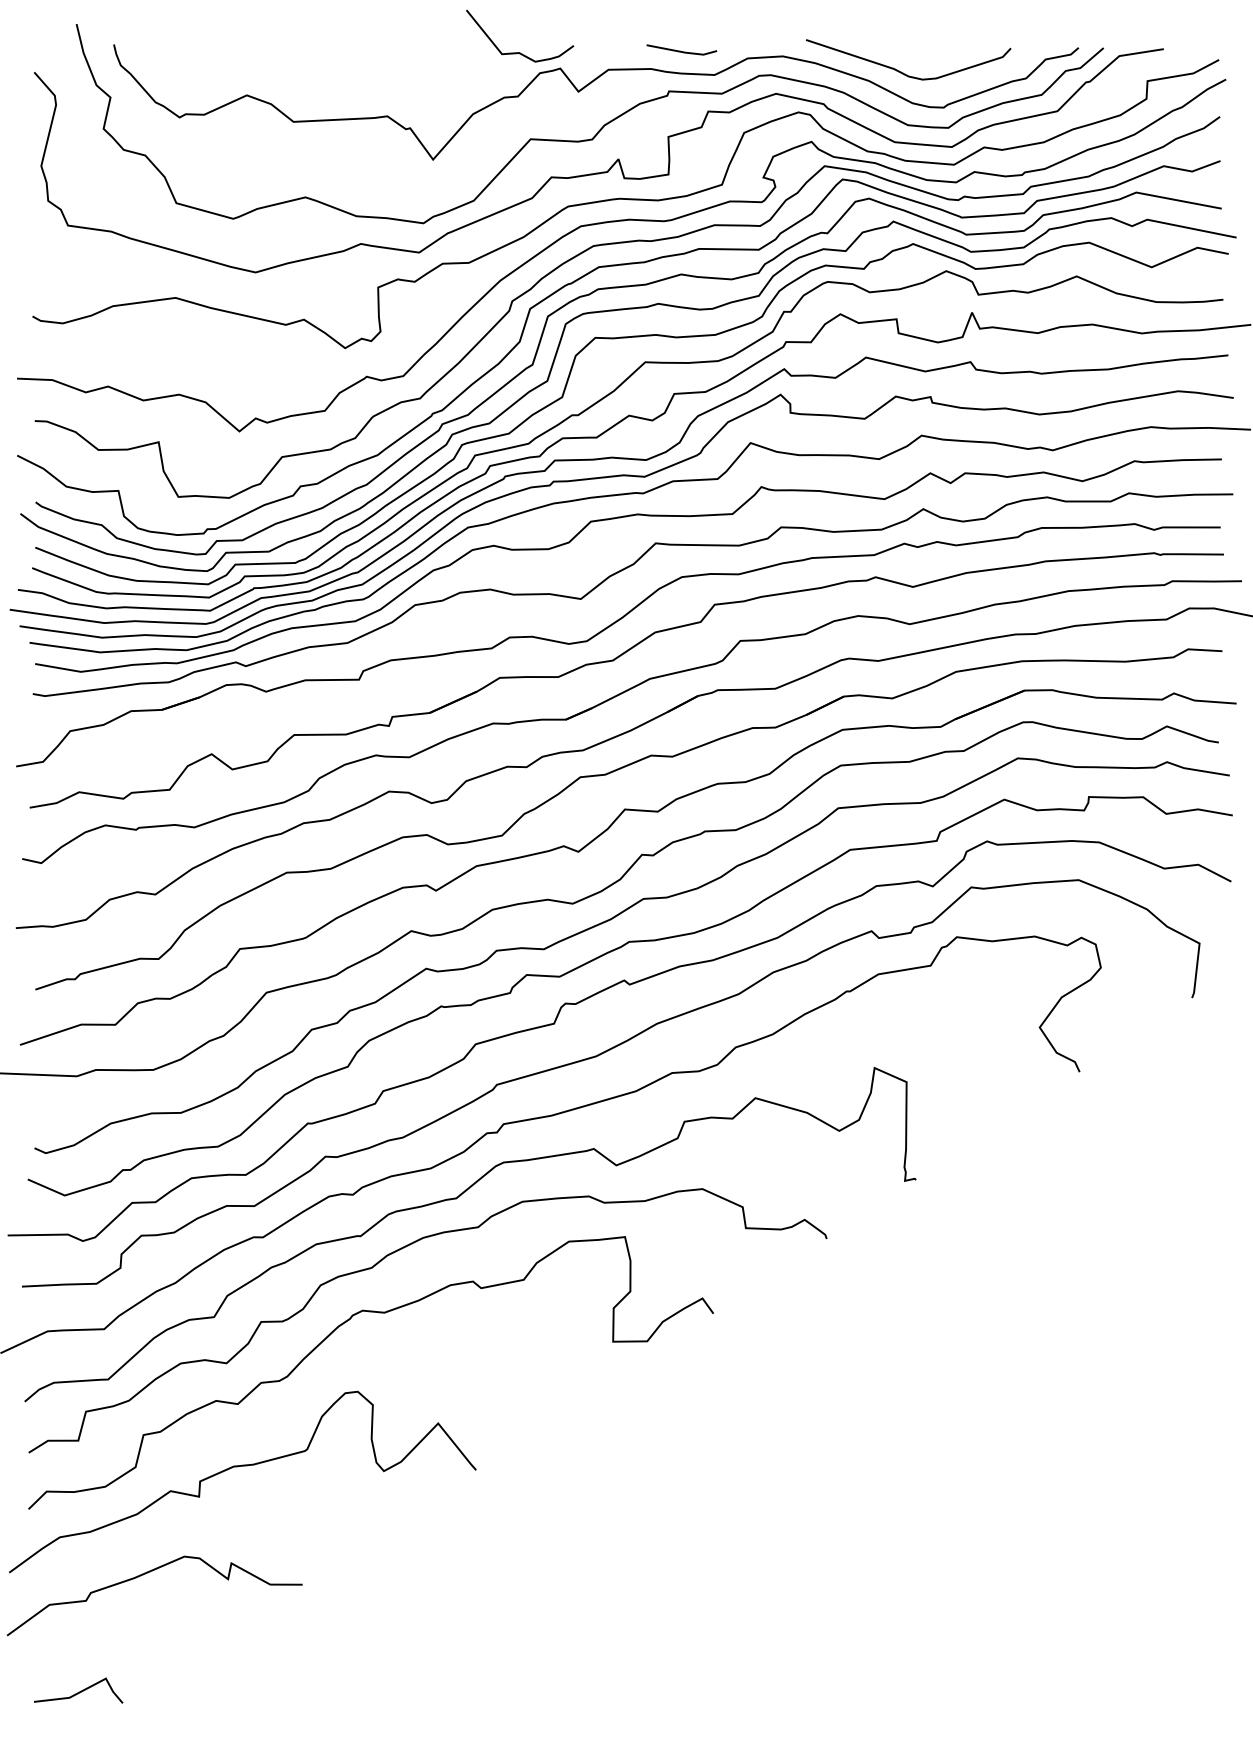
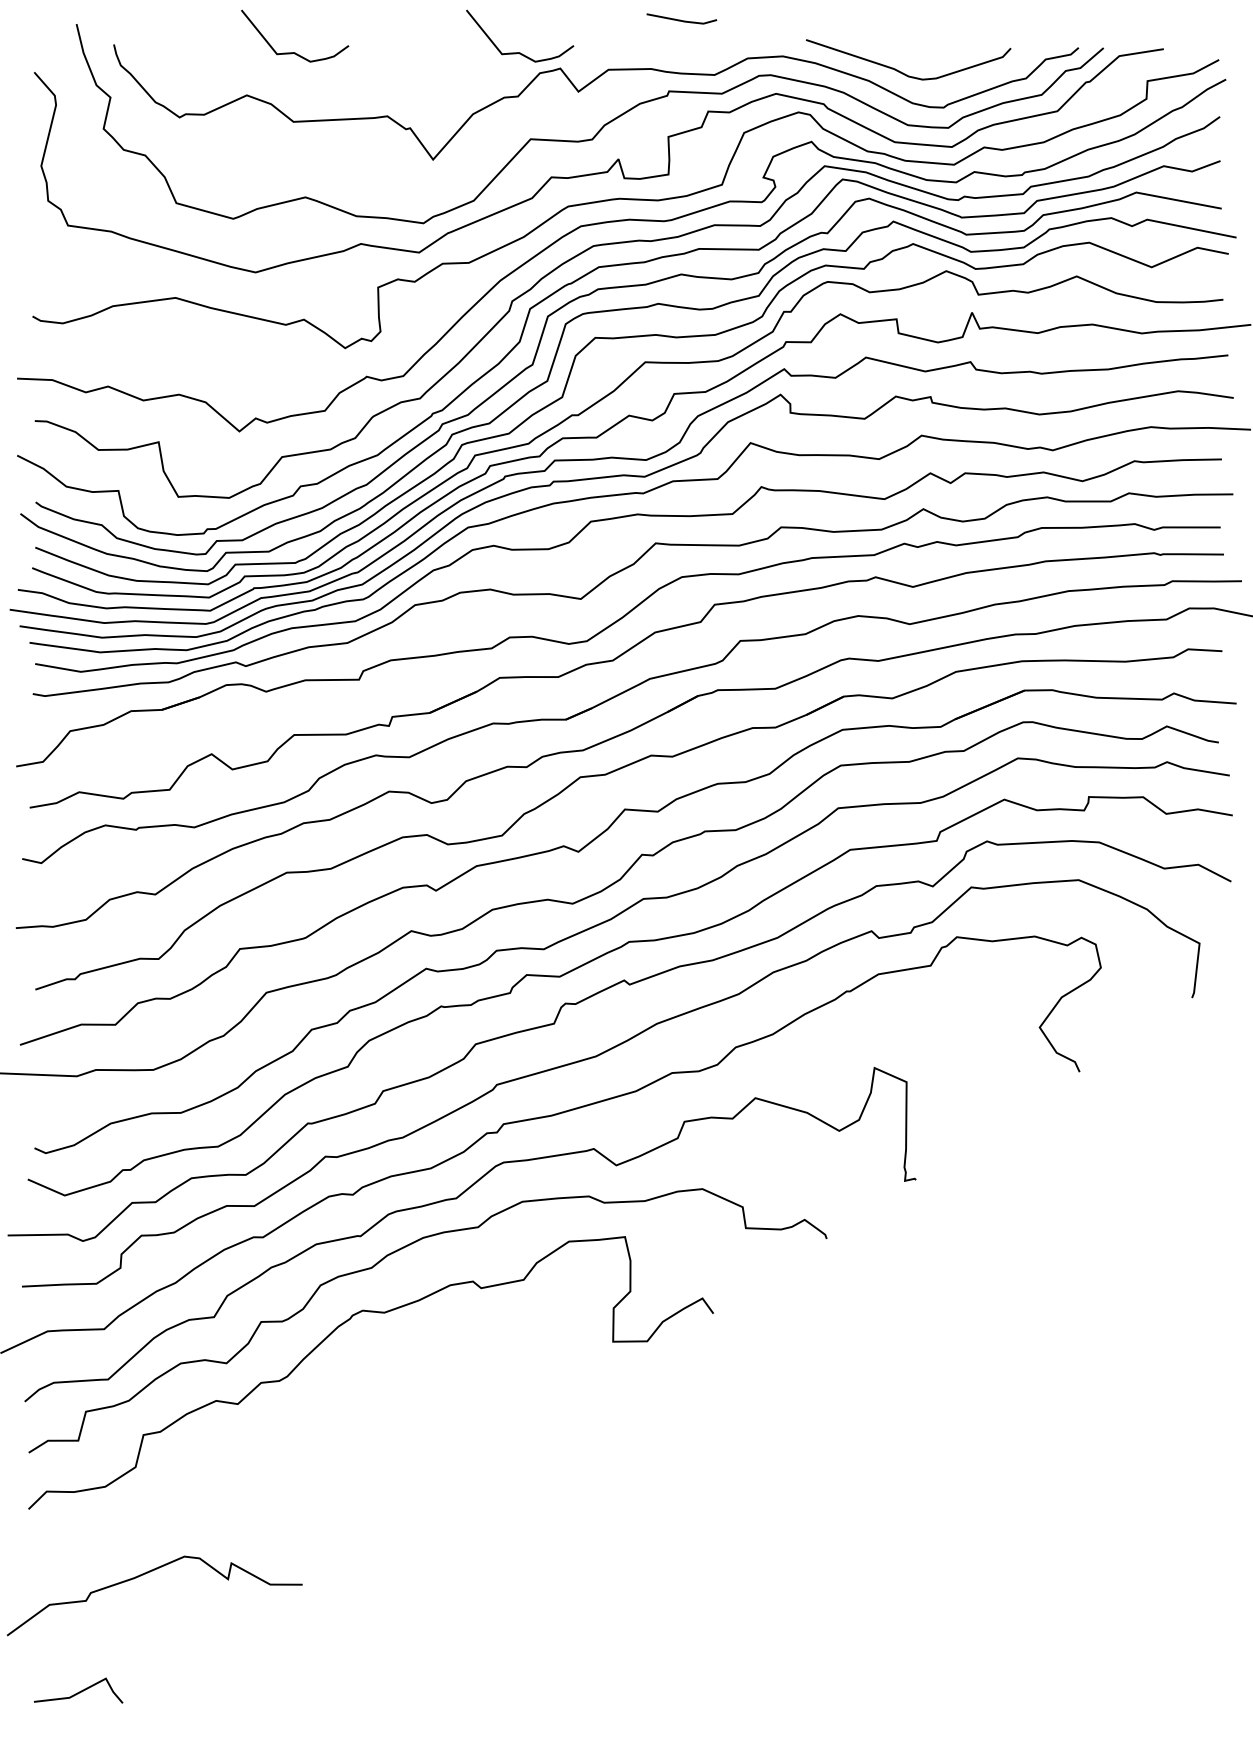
line at (680, 50) position: (680, 50) -> (680, 19)
curve at (295, 52): none -> present
curve at (237, 1467): present -> none
